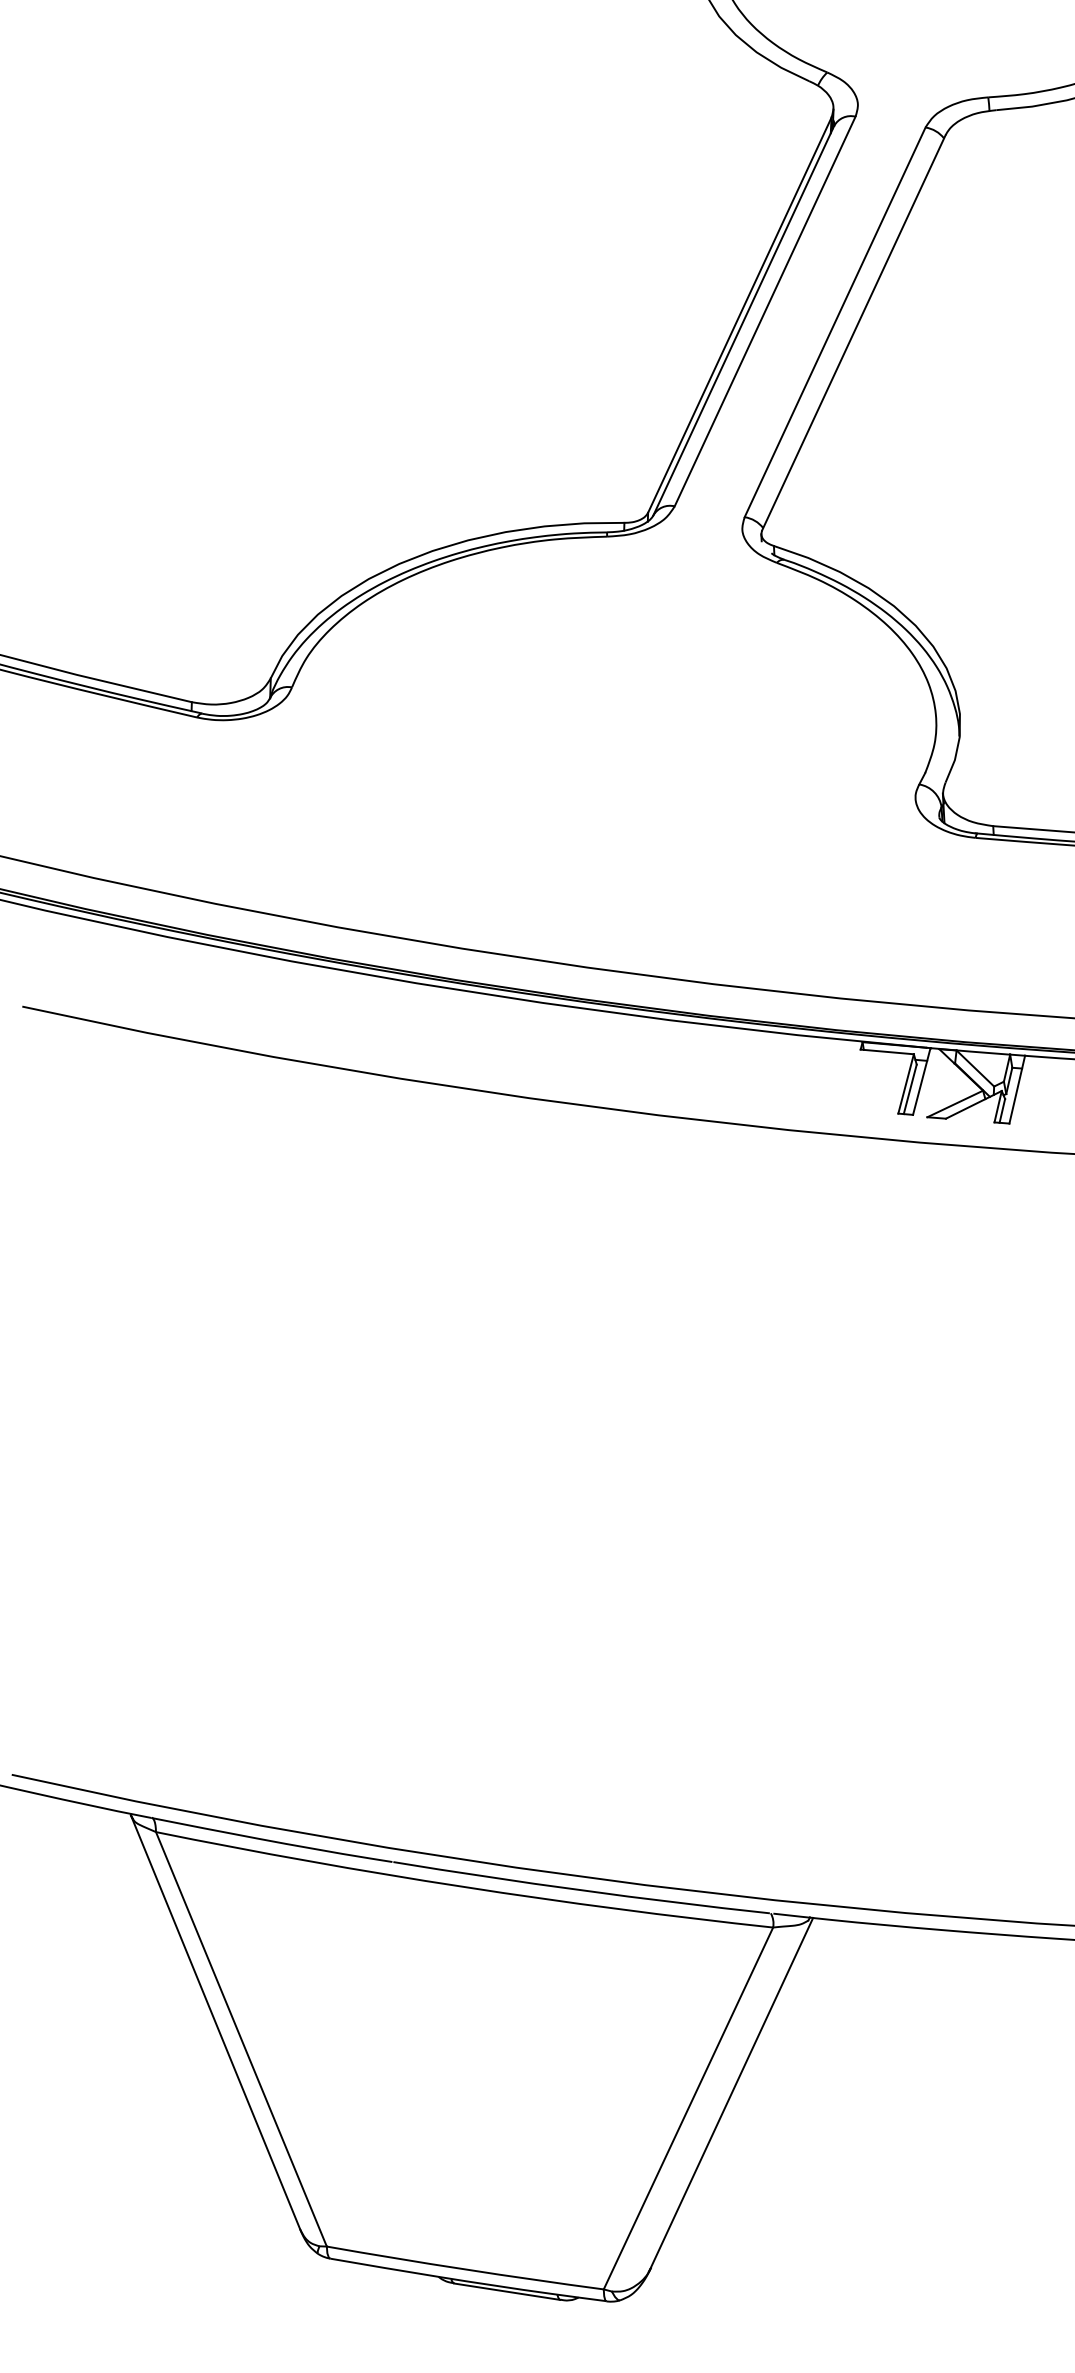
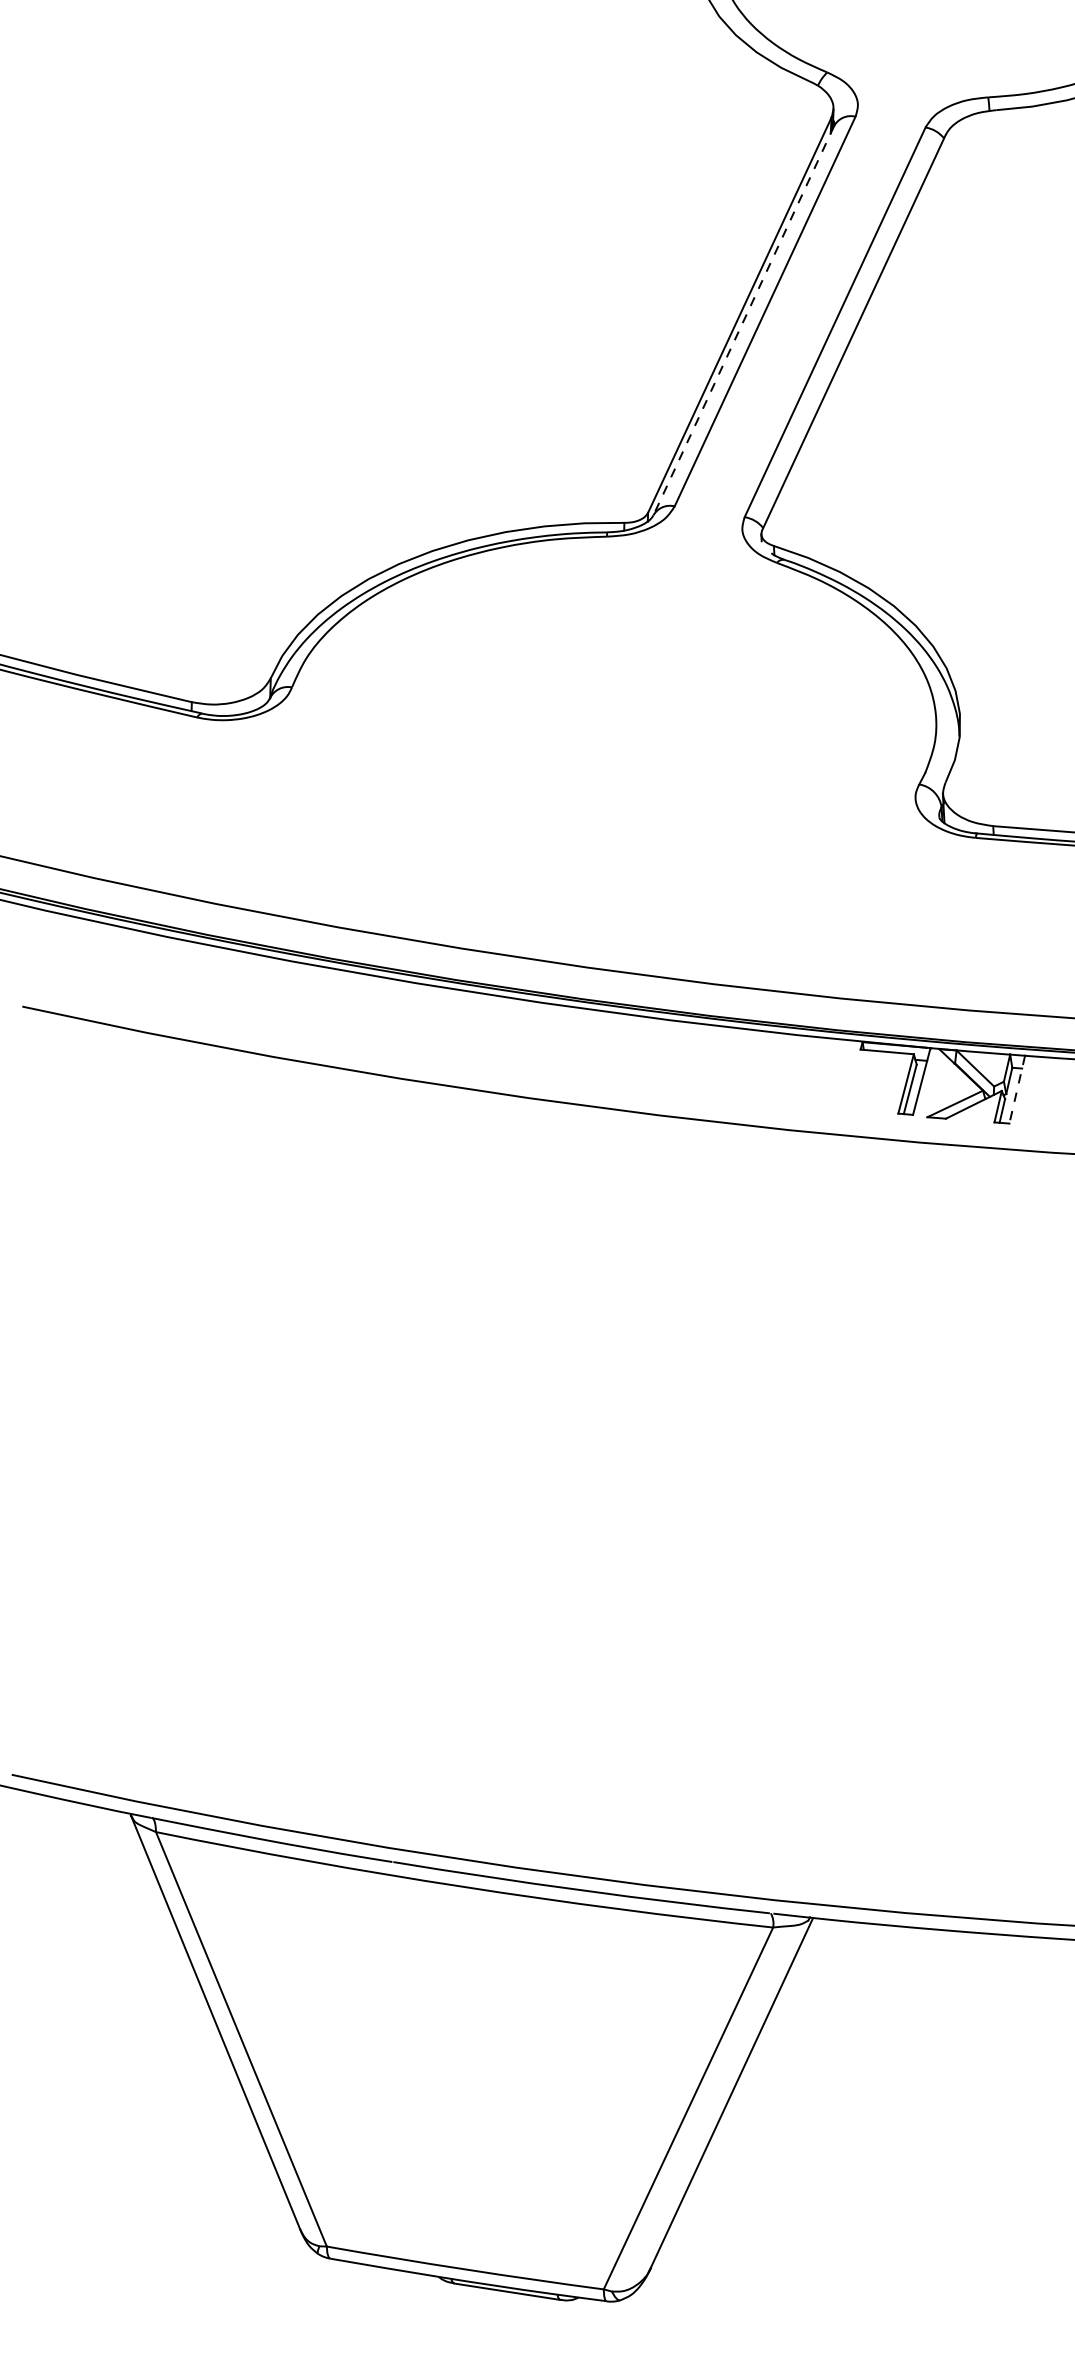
line at (743, 320): solid -> dashed
line at (1017, 1089): solid -> dashed
